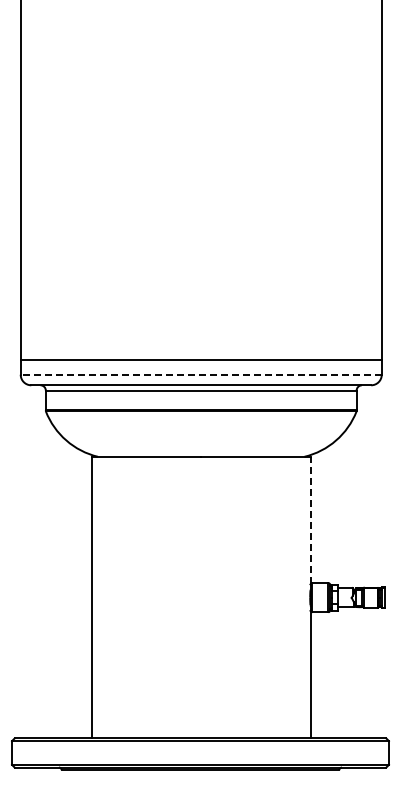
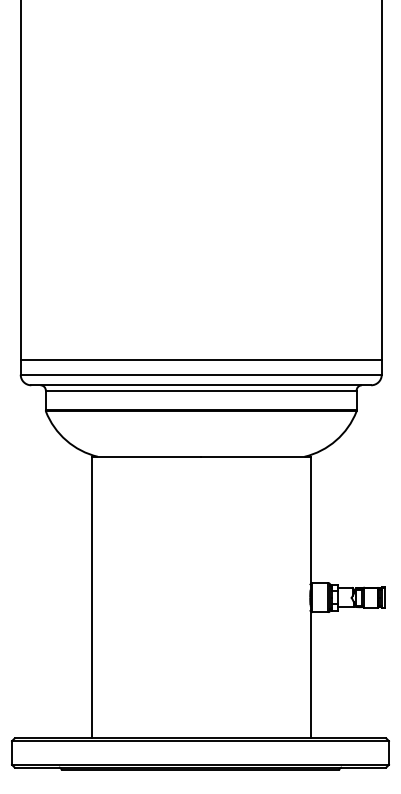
line at (201, 374): dashed -> solid
line at (310, 520): dashed -> solid
